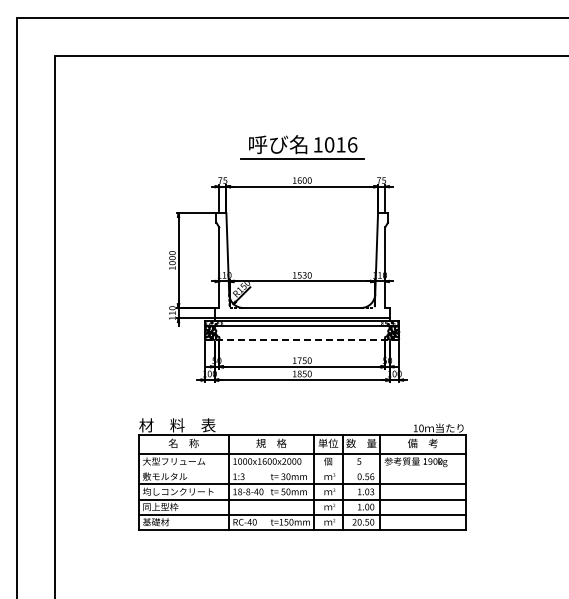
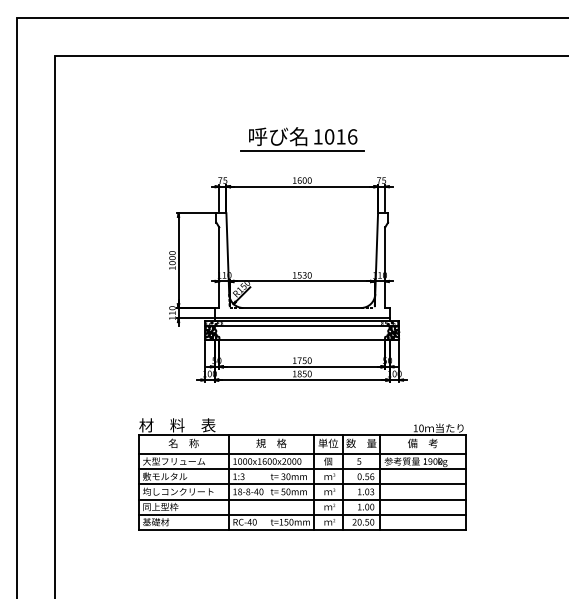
part at (302, 147) position: (302, 147) -> (302, 139)
line at (302, 340): dashed -> solid
line at (301, 469): none -> present
